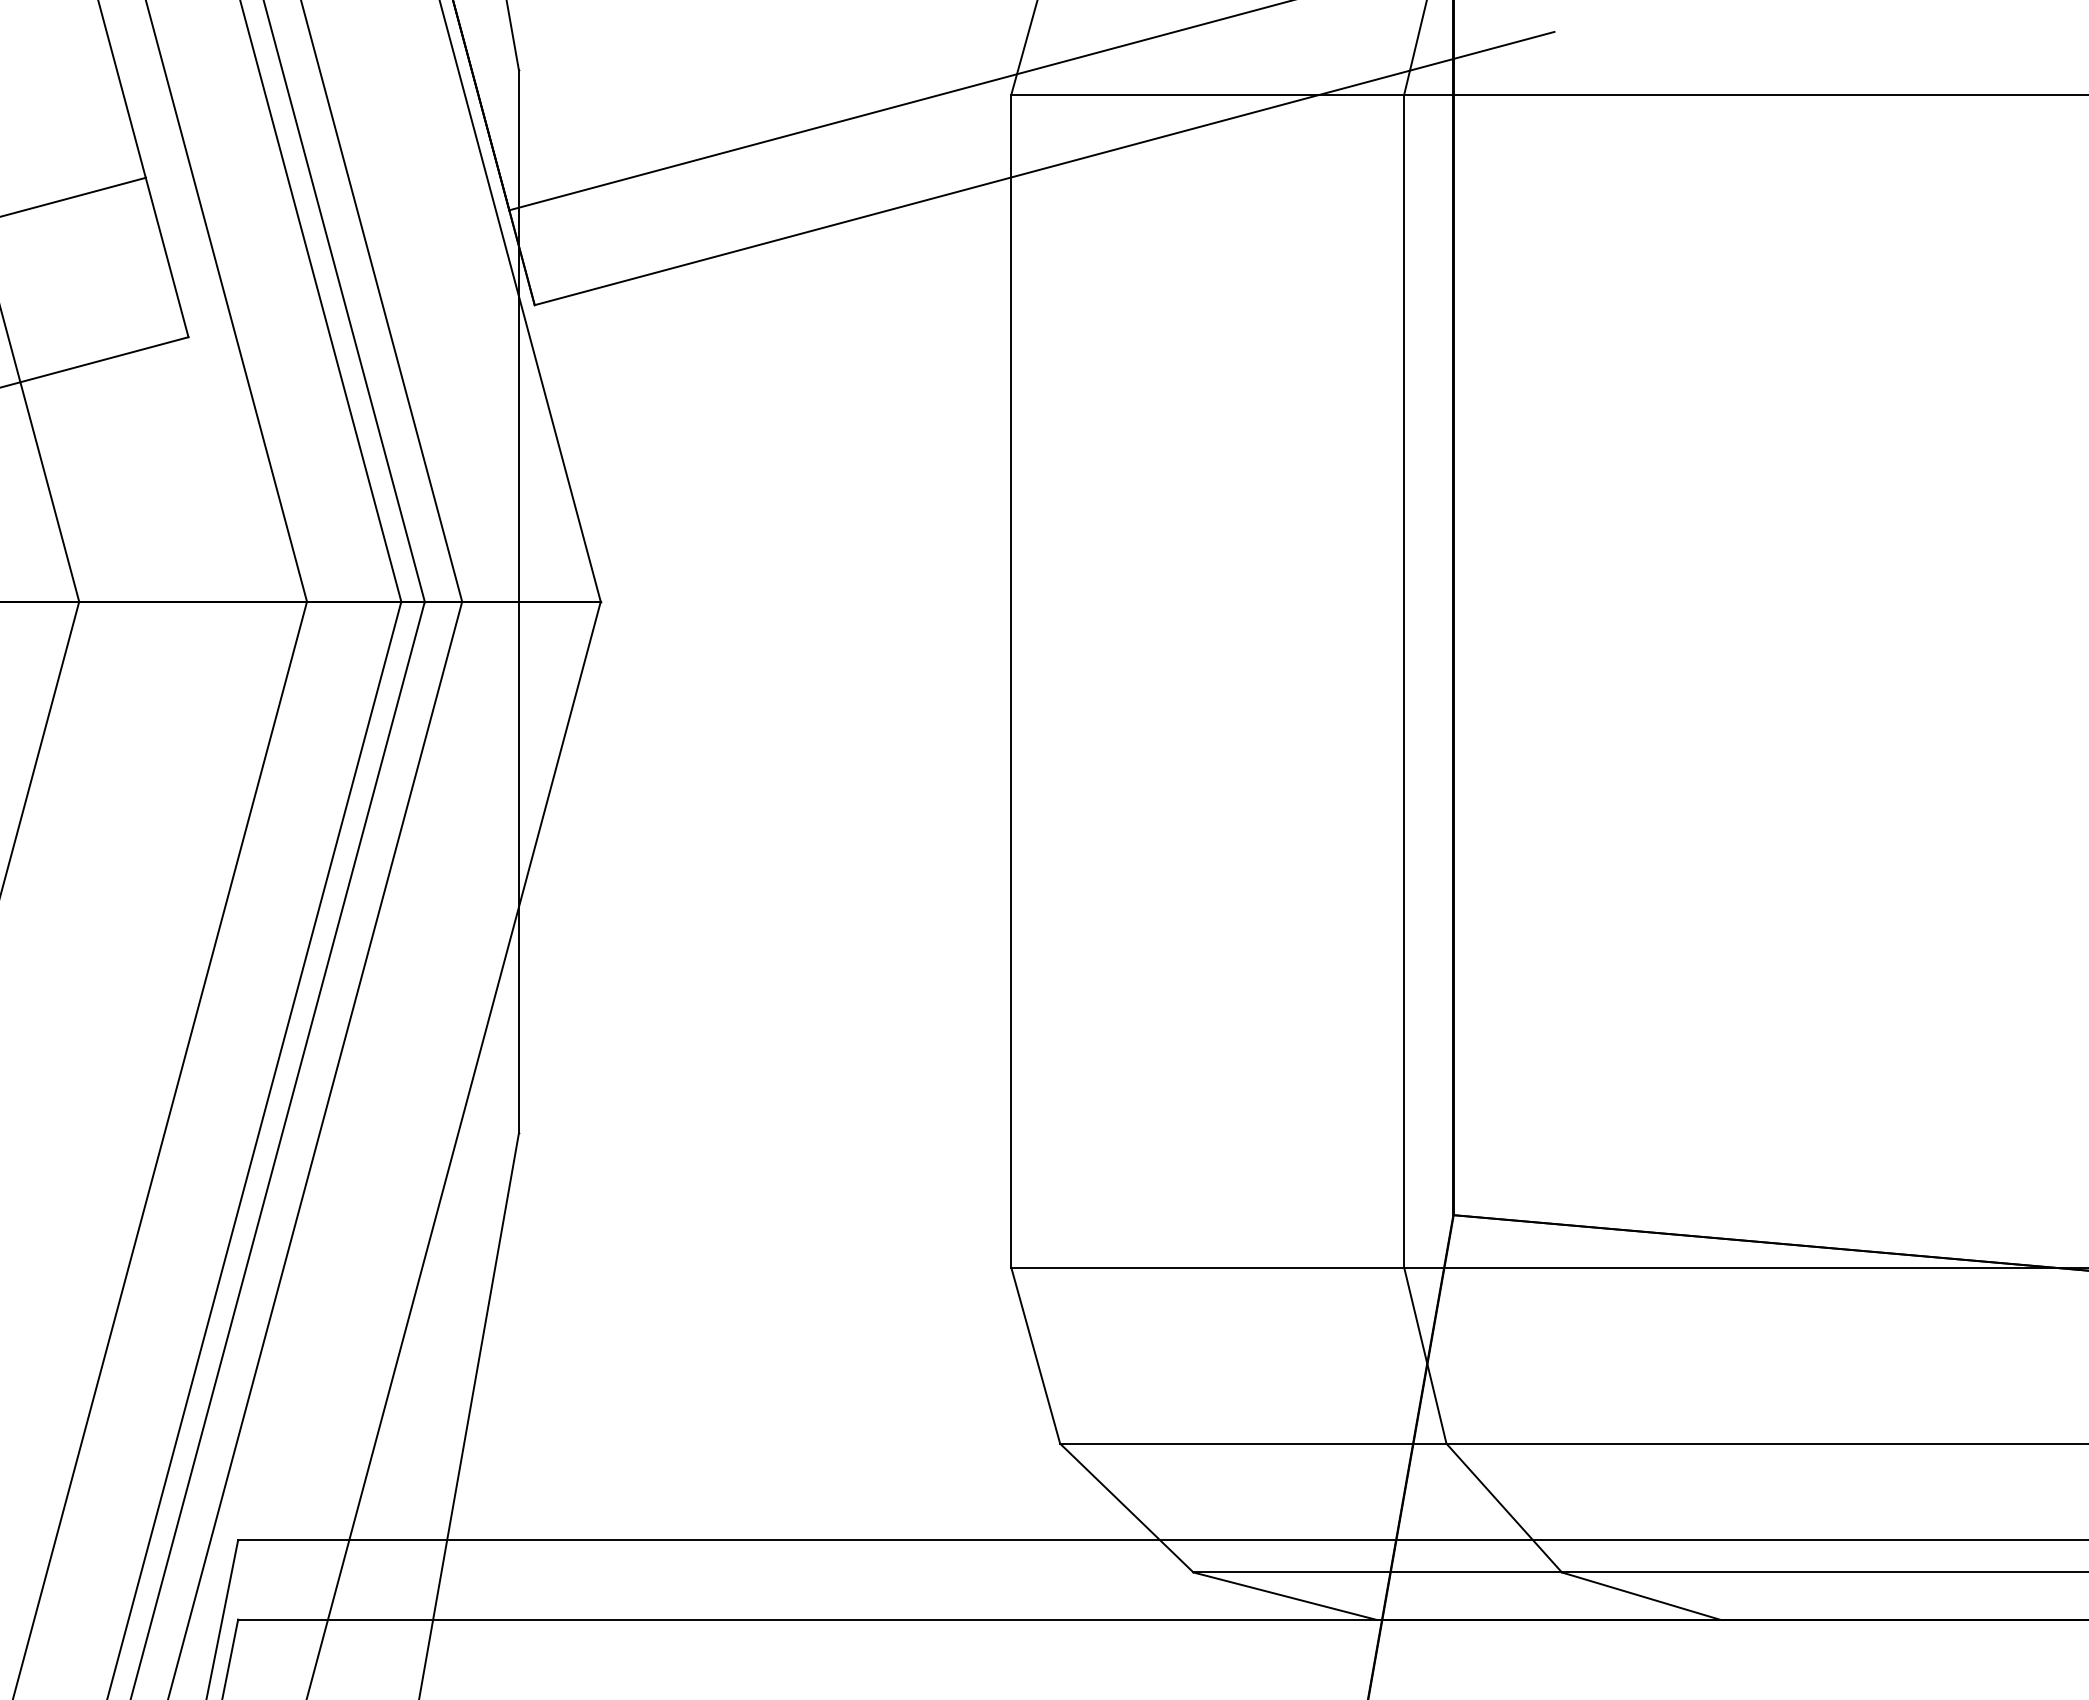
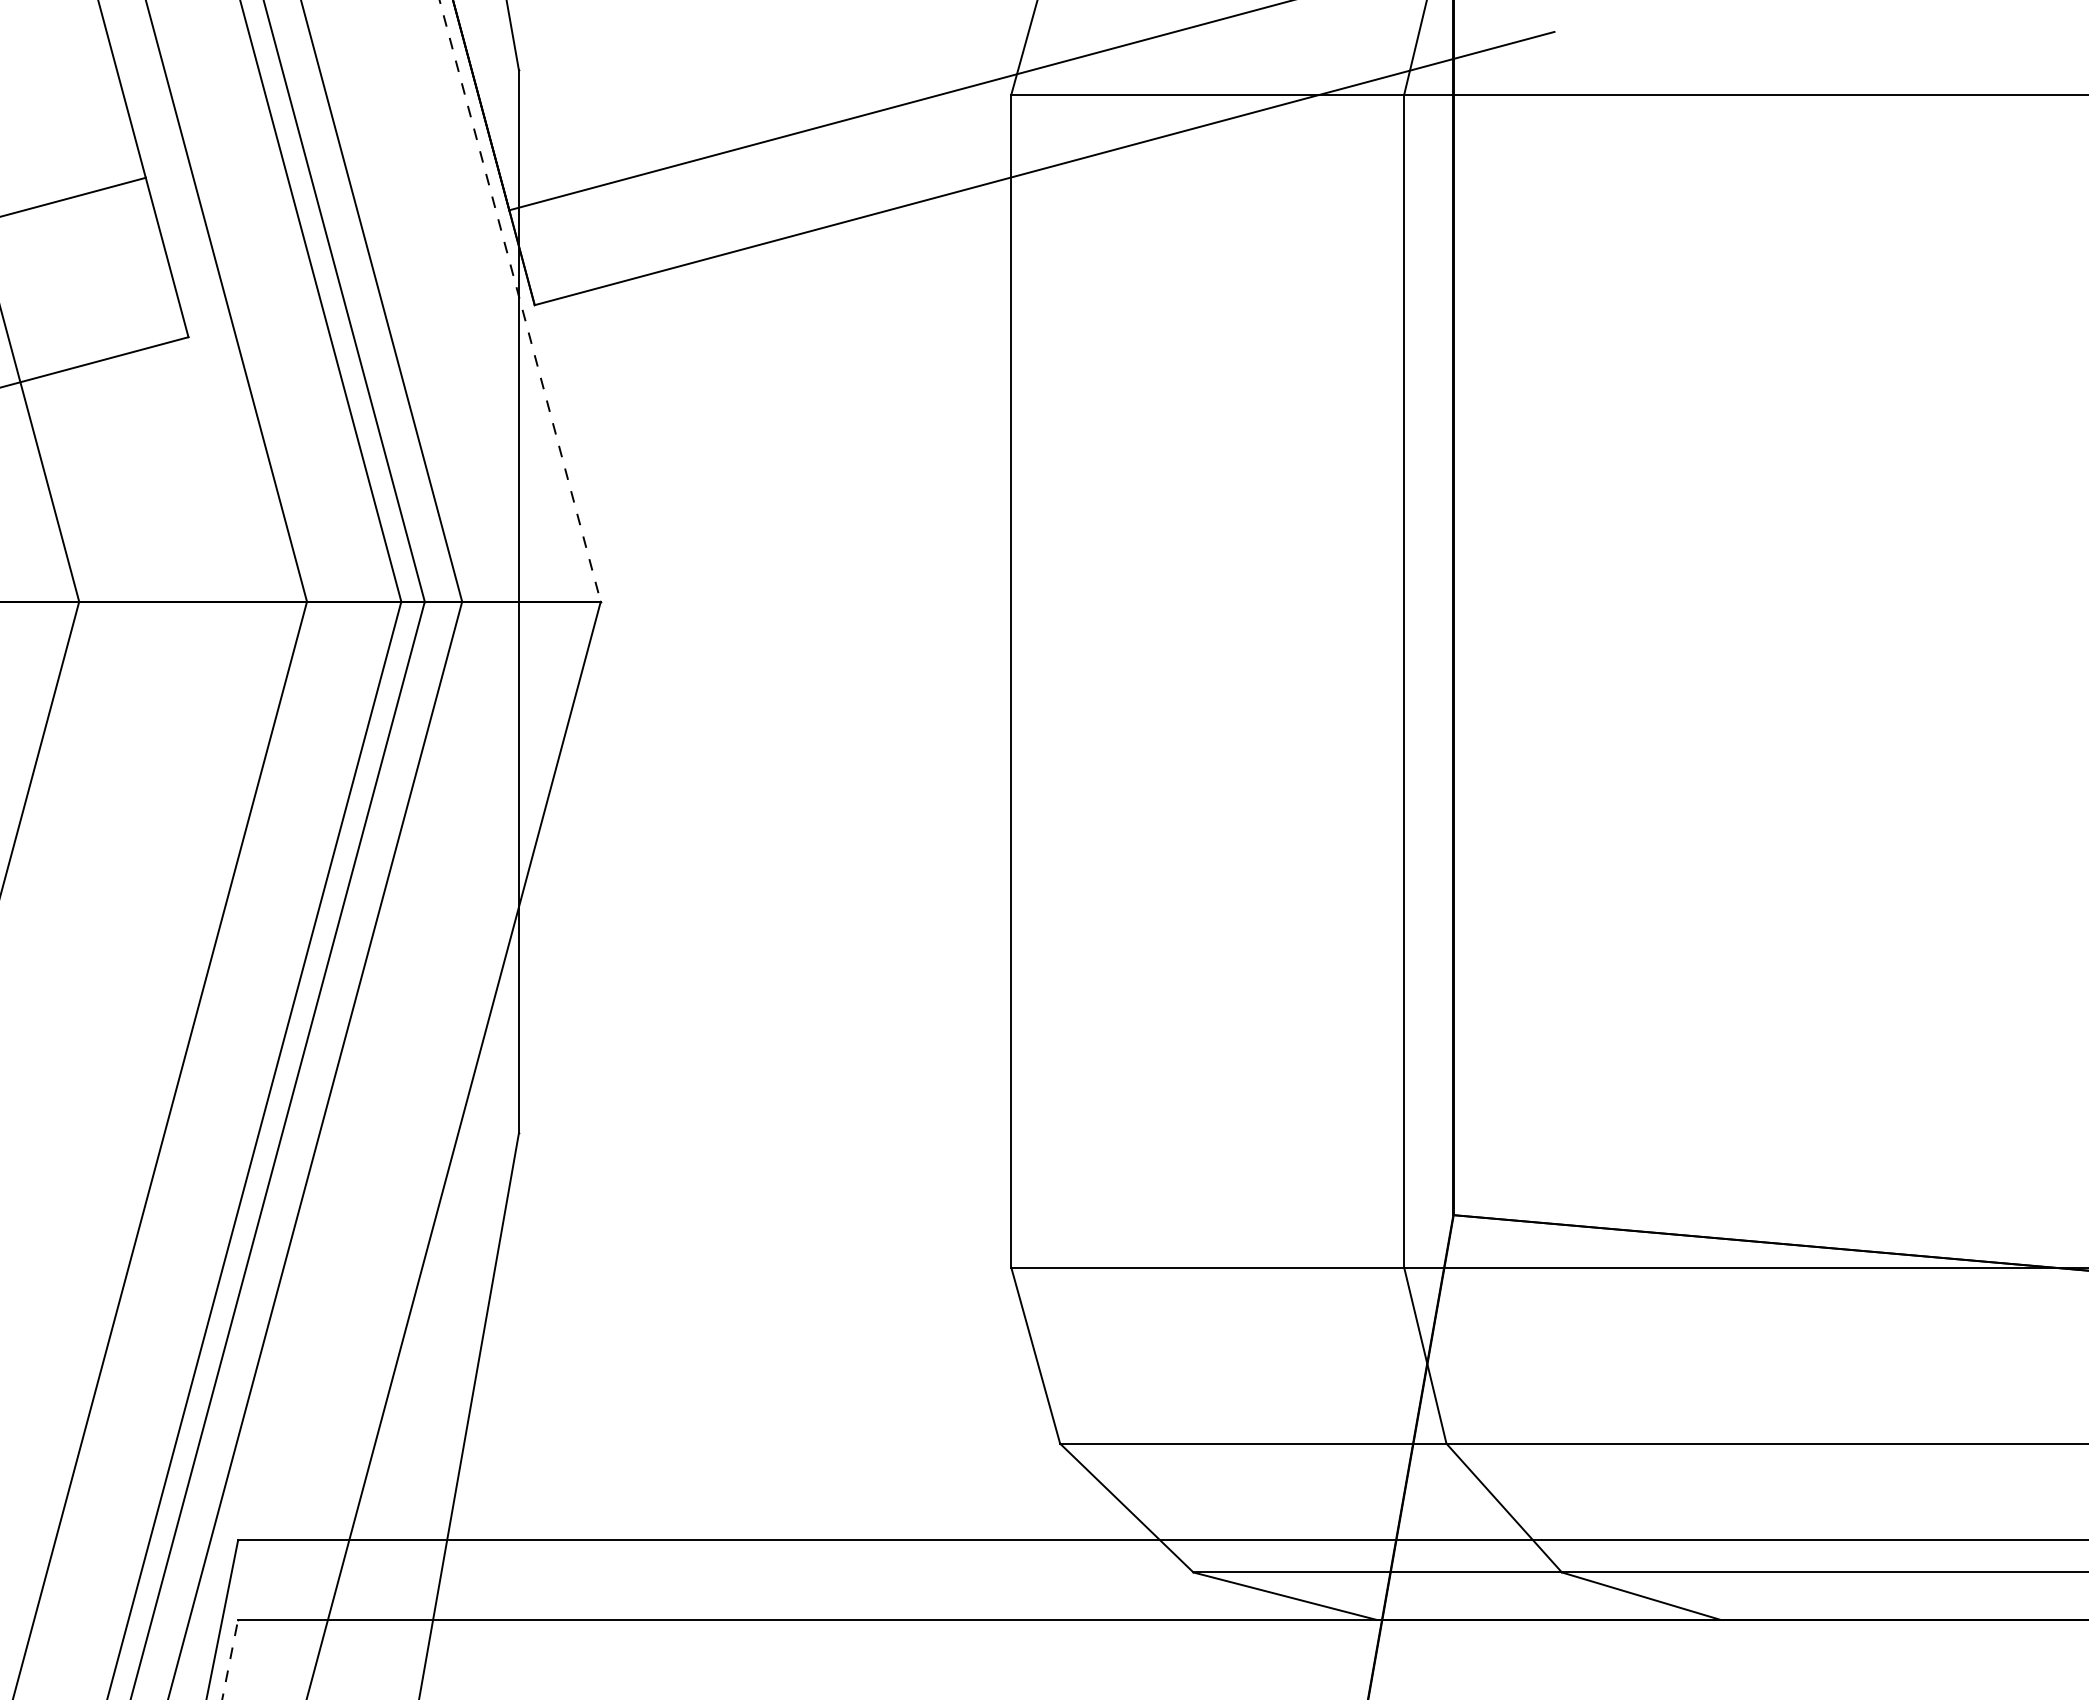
line at (520, 301): solid -> dashed
line at (230, 1658): solid -> dashed
